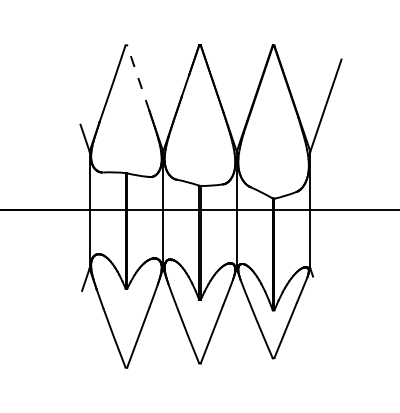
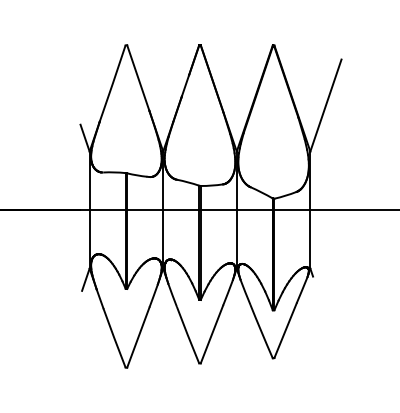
line at (138, 78): dashed -> solid
